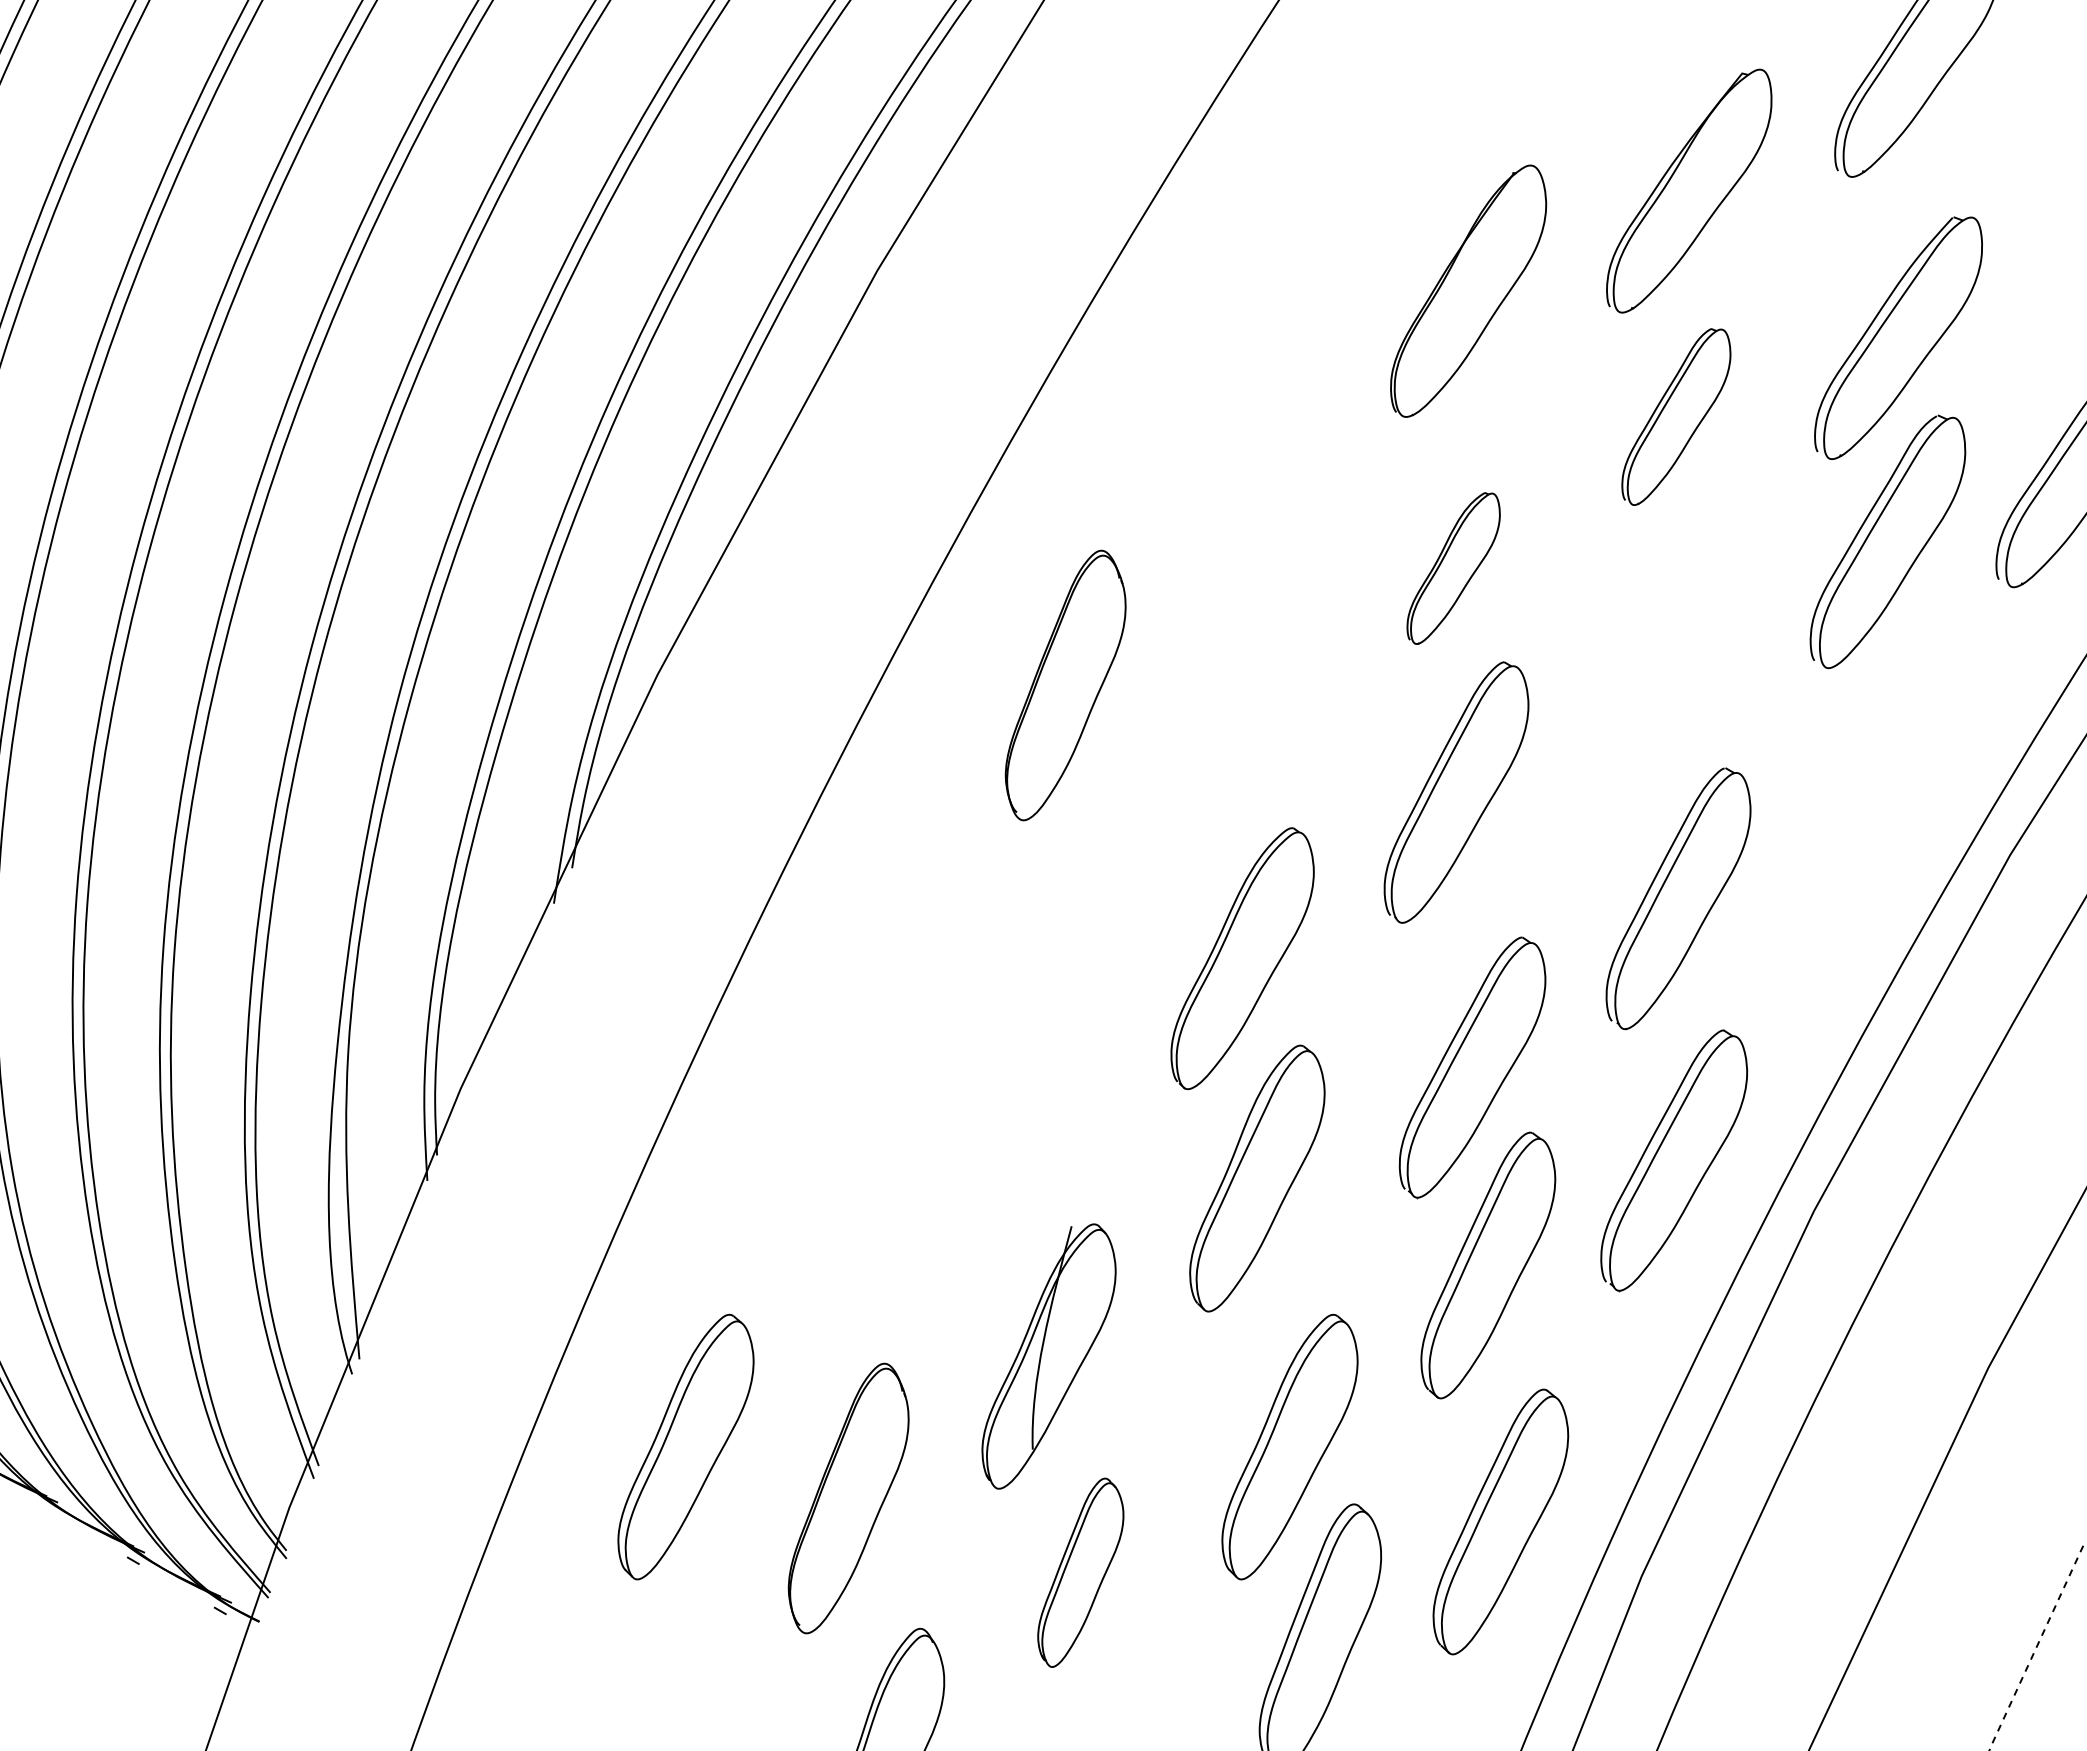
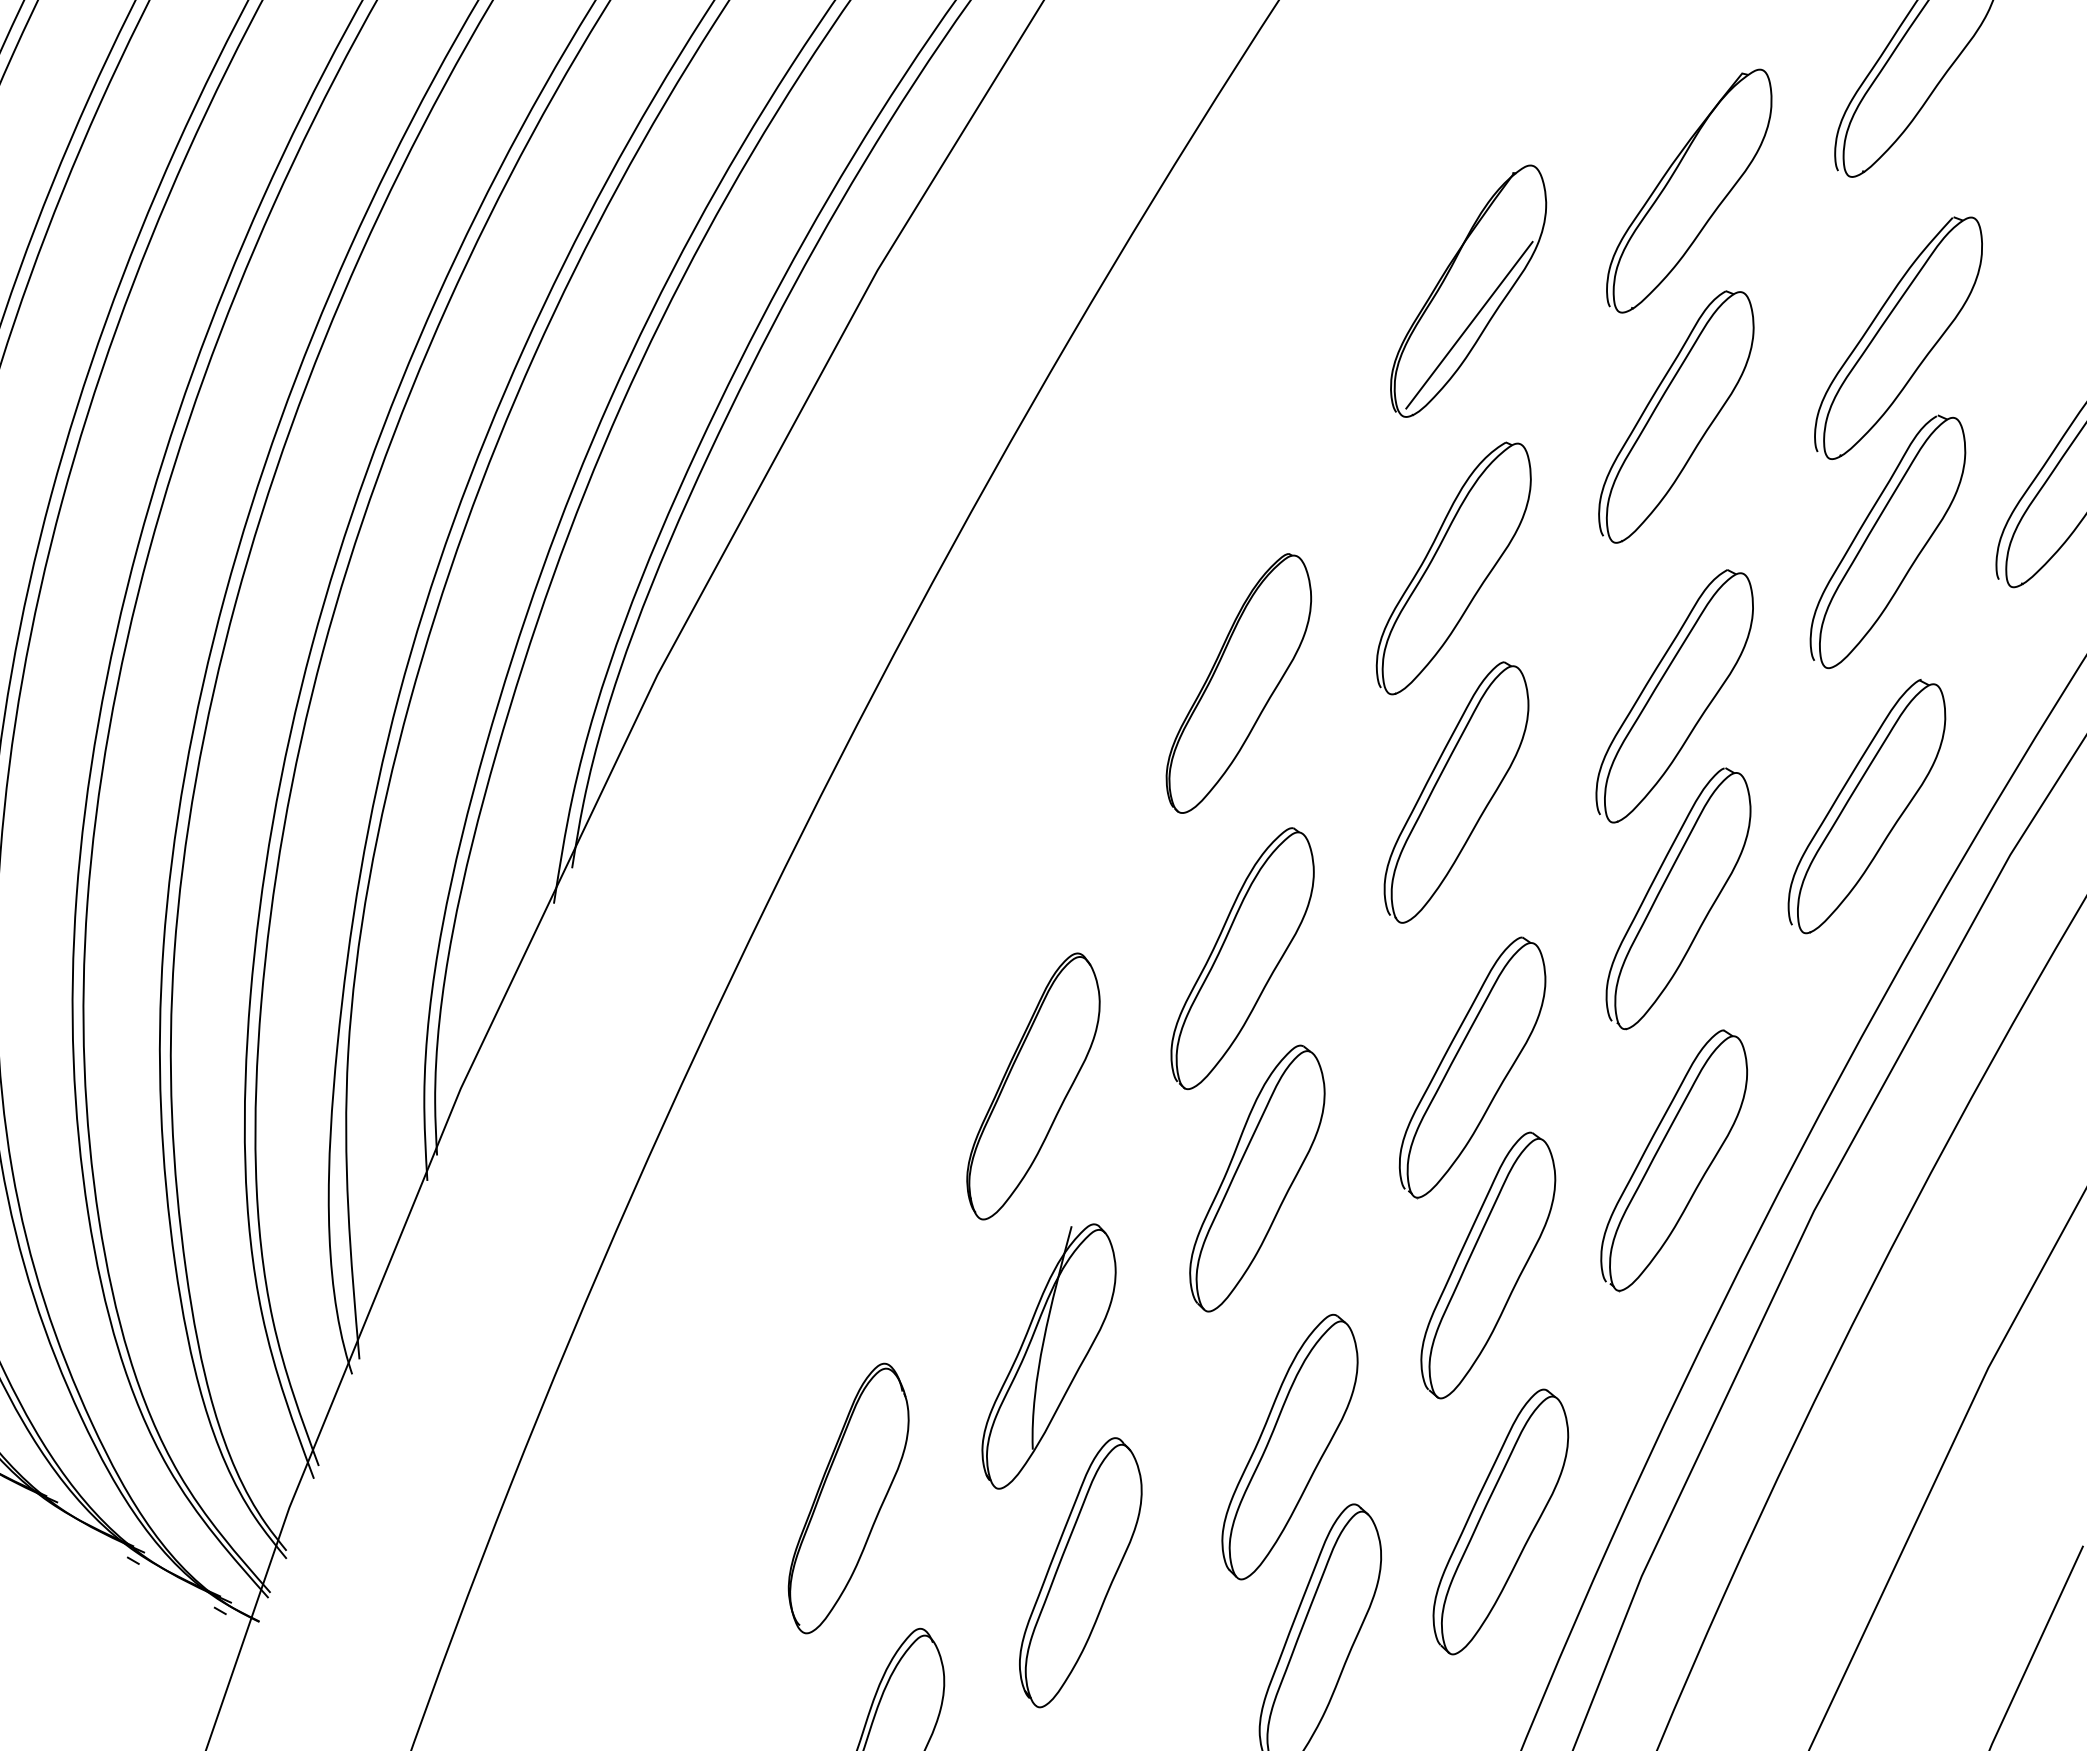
line at (1469, 324): none -> present
part at (1676, 416) size: 111x178 px -> 157x254 px
part at (1453, 568) size: 95x153 px -> 157x255 px
part at (1238, 683): none -> present
part at (1065, 685): present -> none
part at (1674, 696): none -> present
part at (1866, 806): none -> present
part at (1033, 1086): none -> present
part at (685, 1446): present -> none
part at (1080, 1572) size: 88x191 px -> 124x272 px
line at (2035, 1649): dashed -> solid
